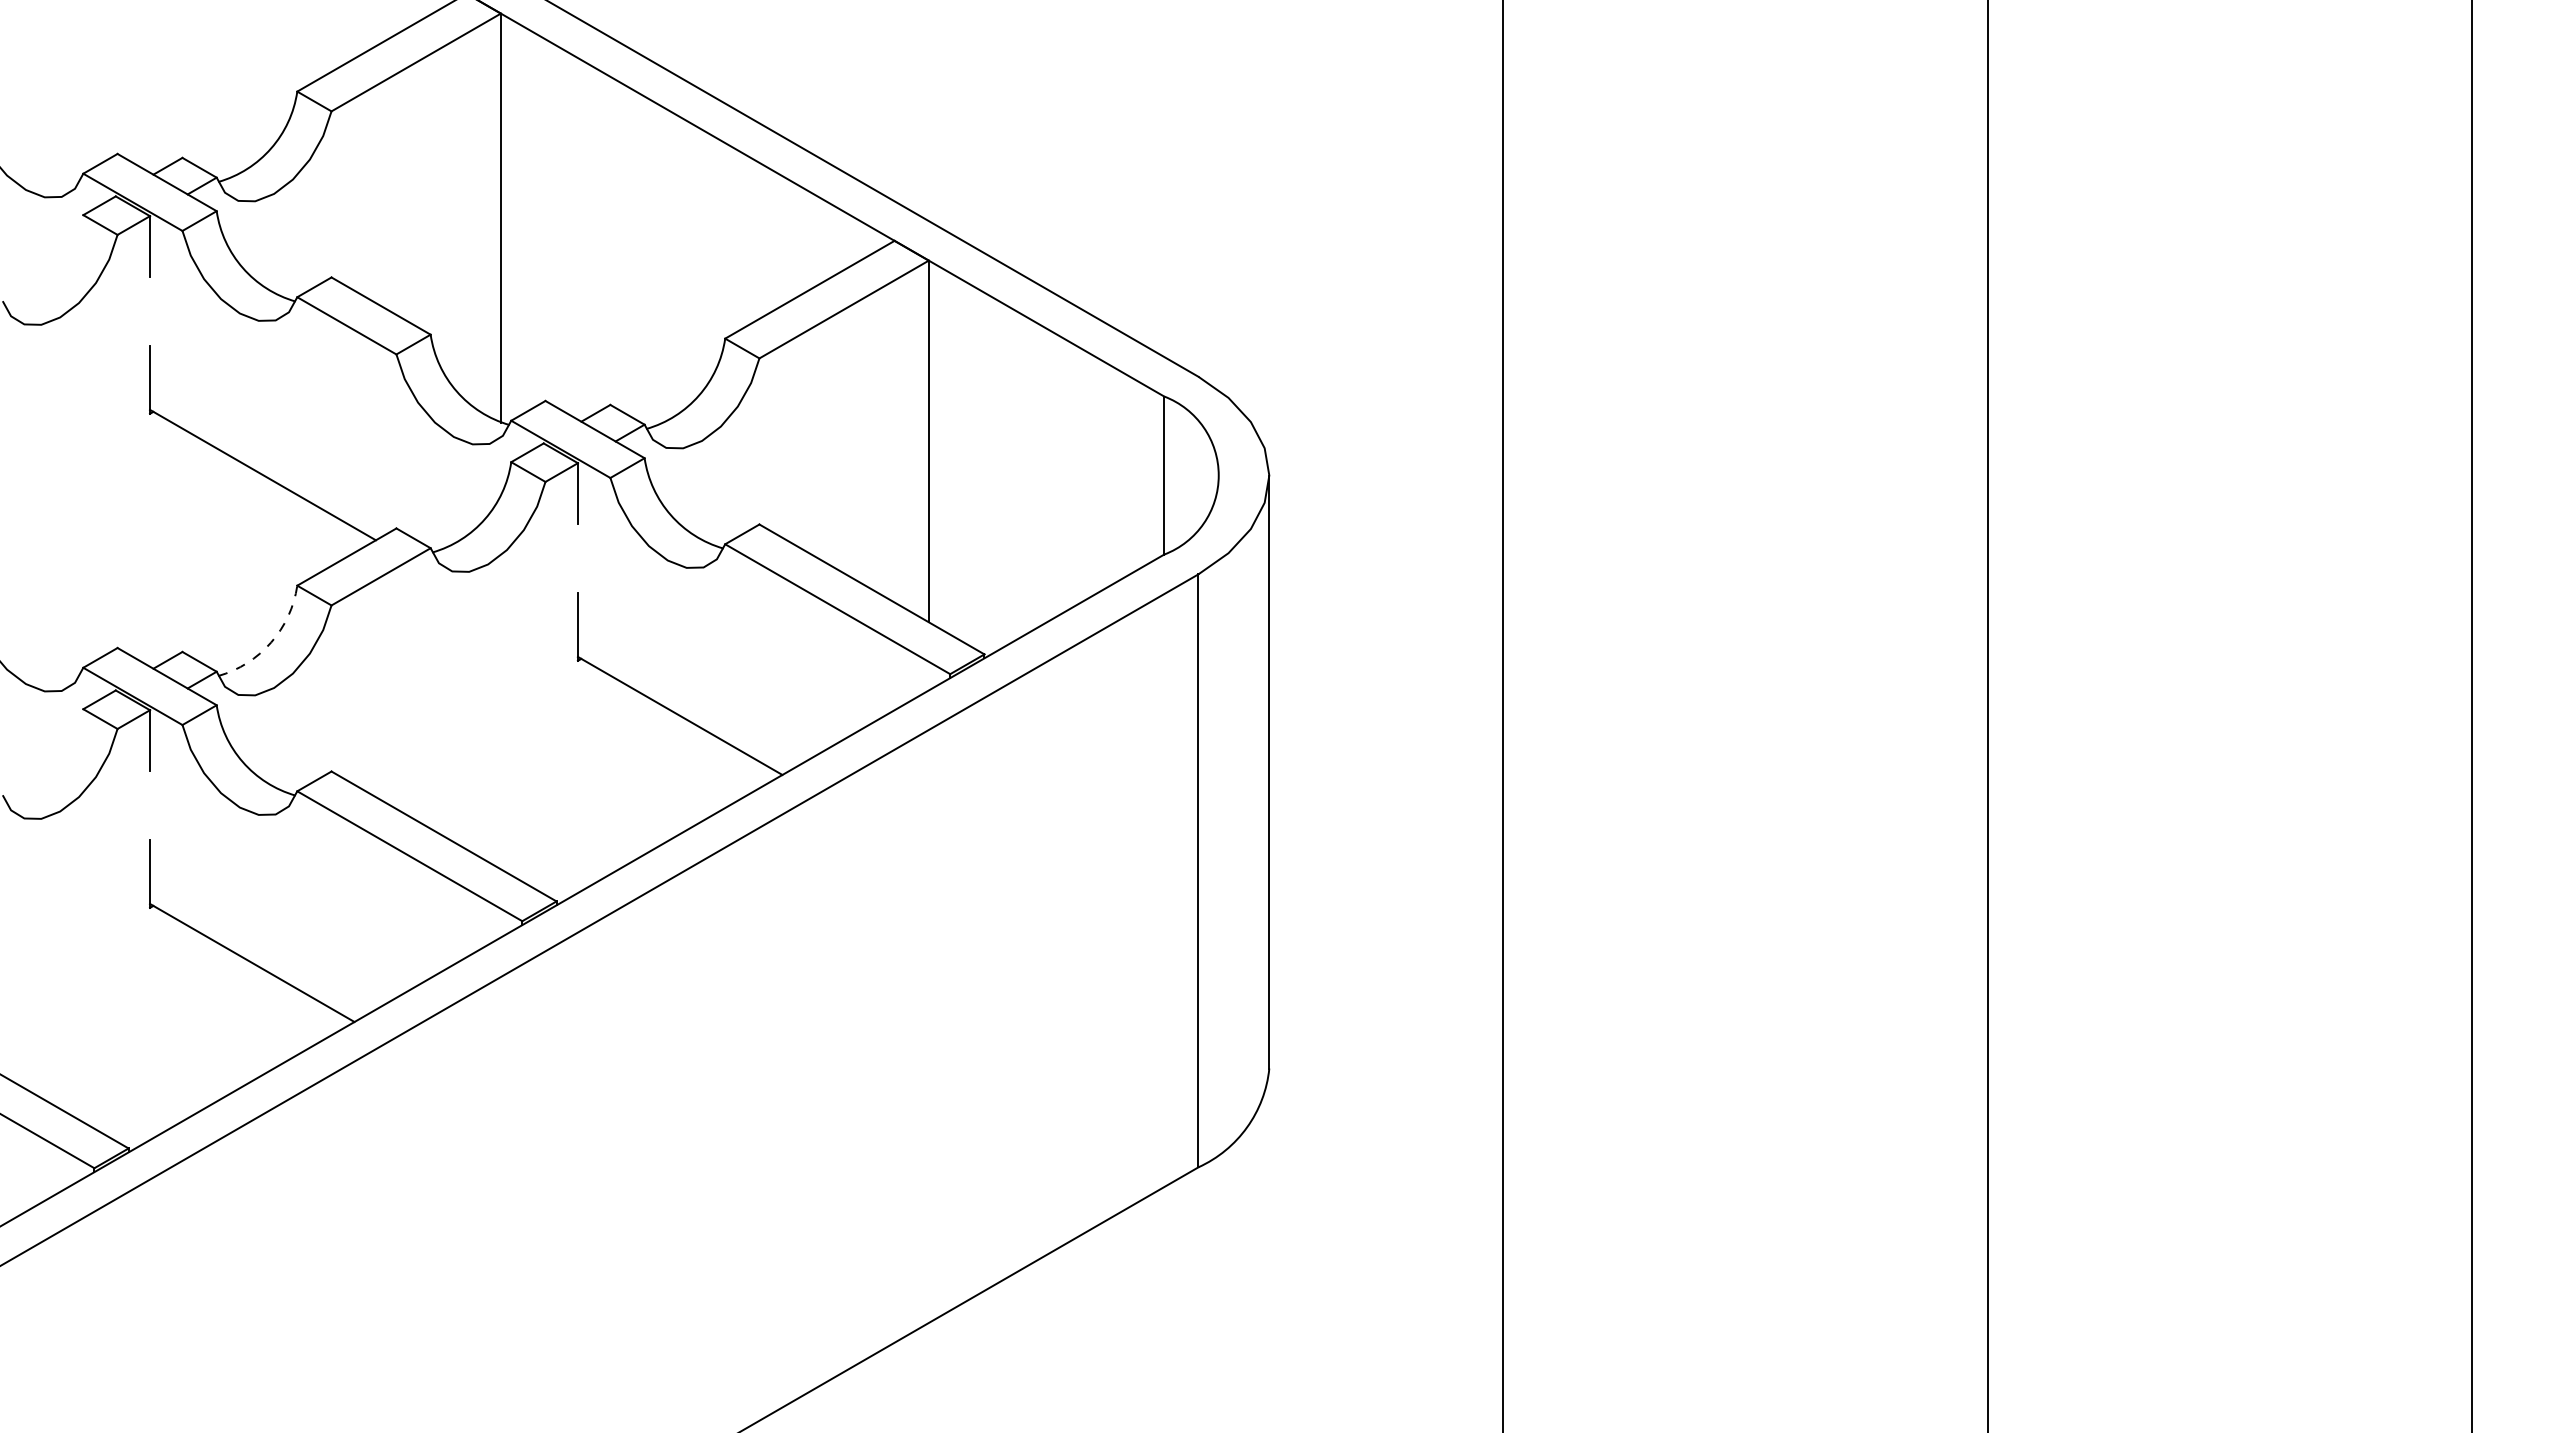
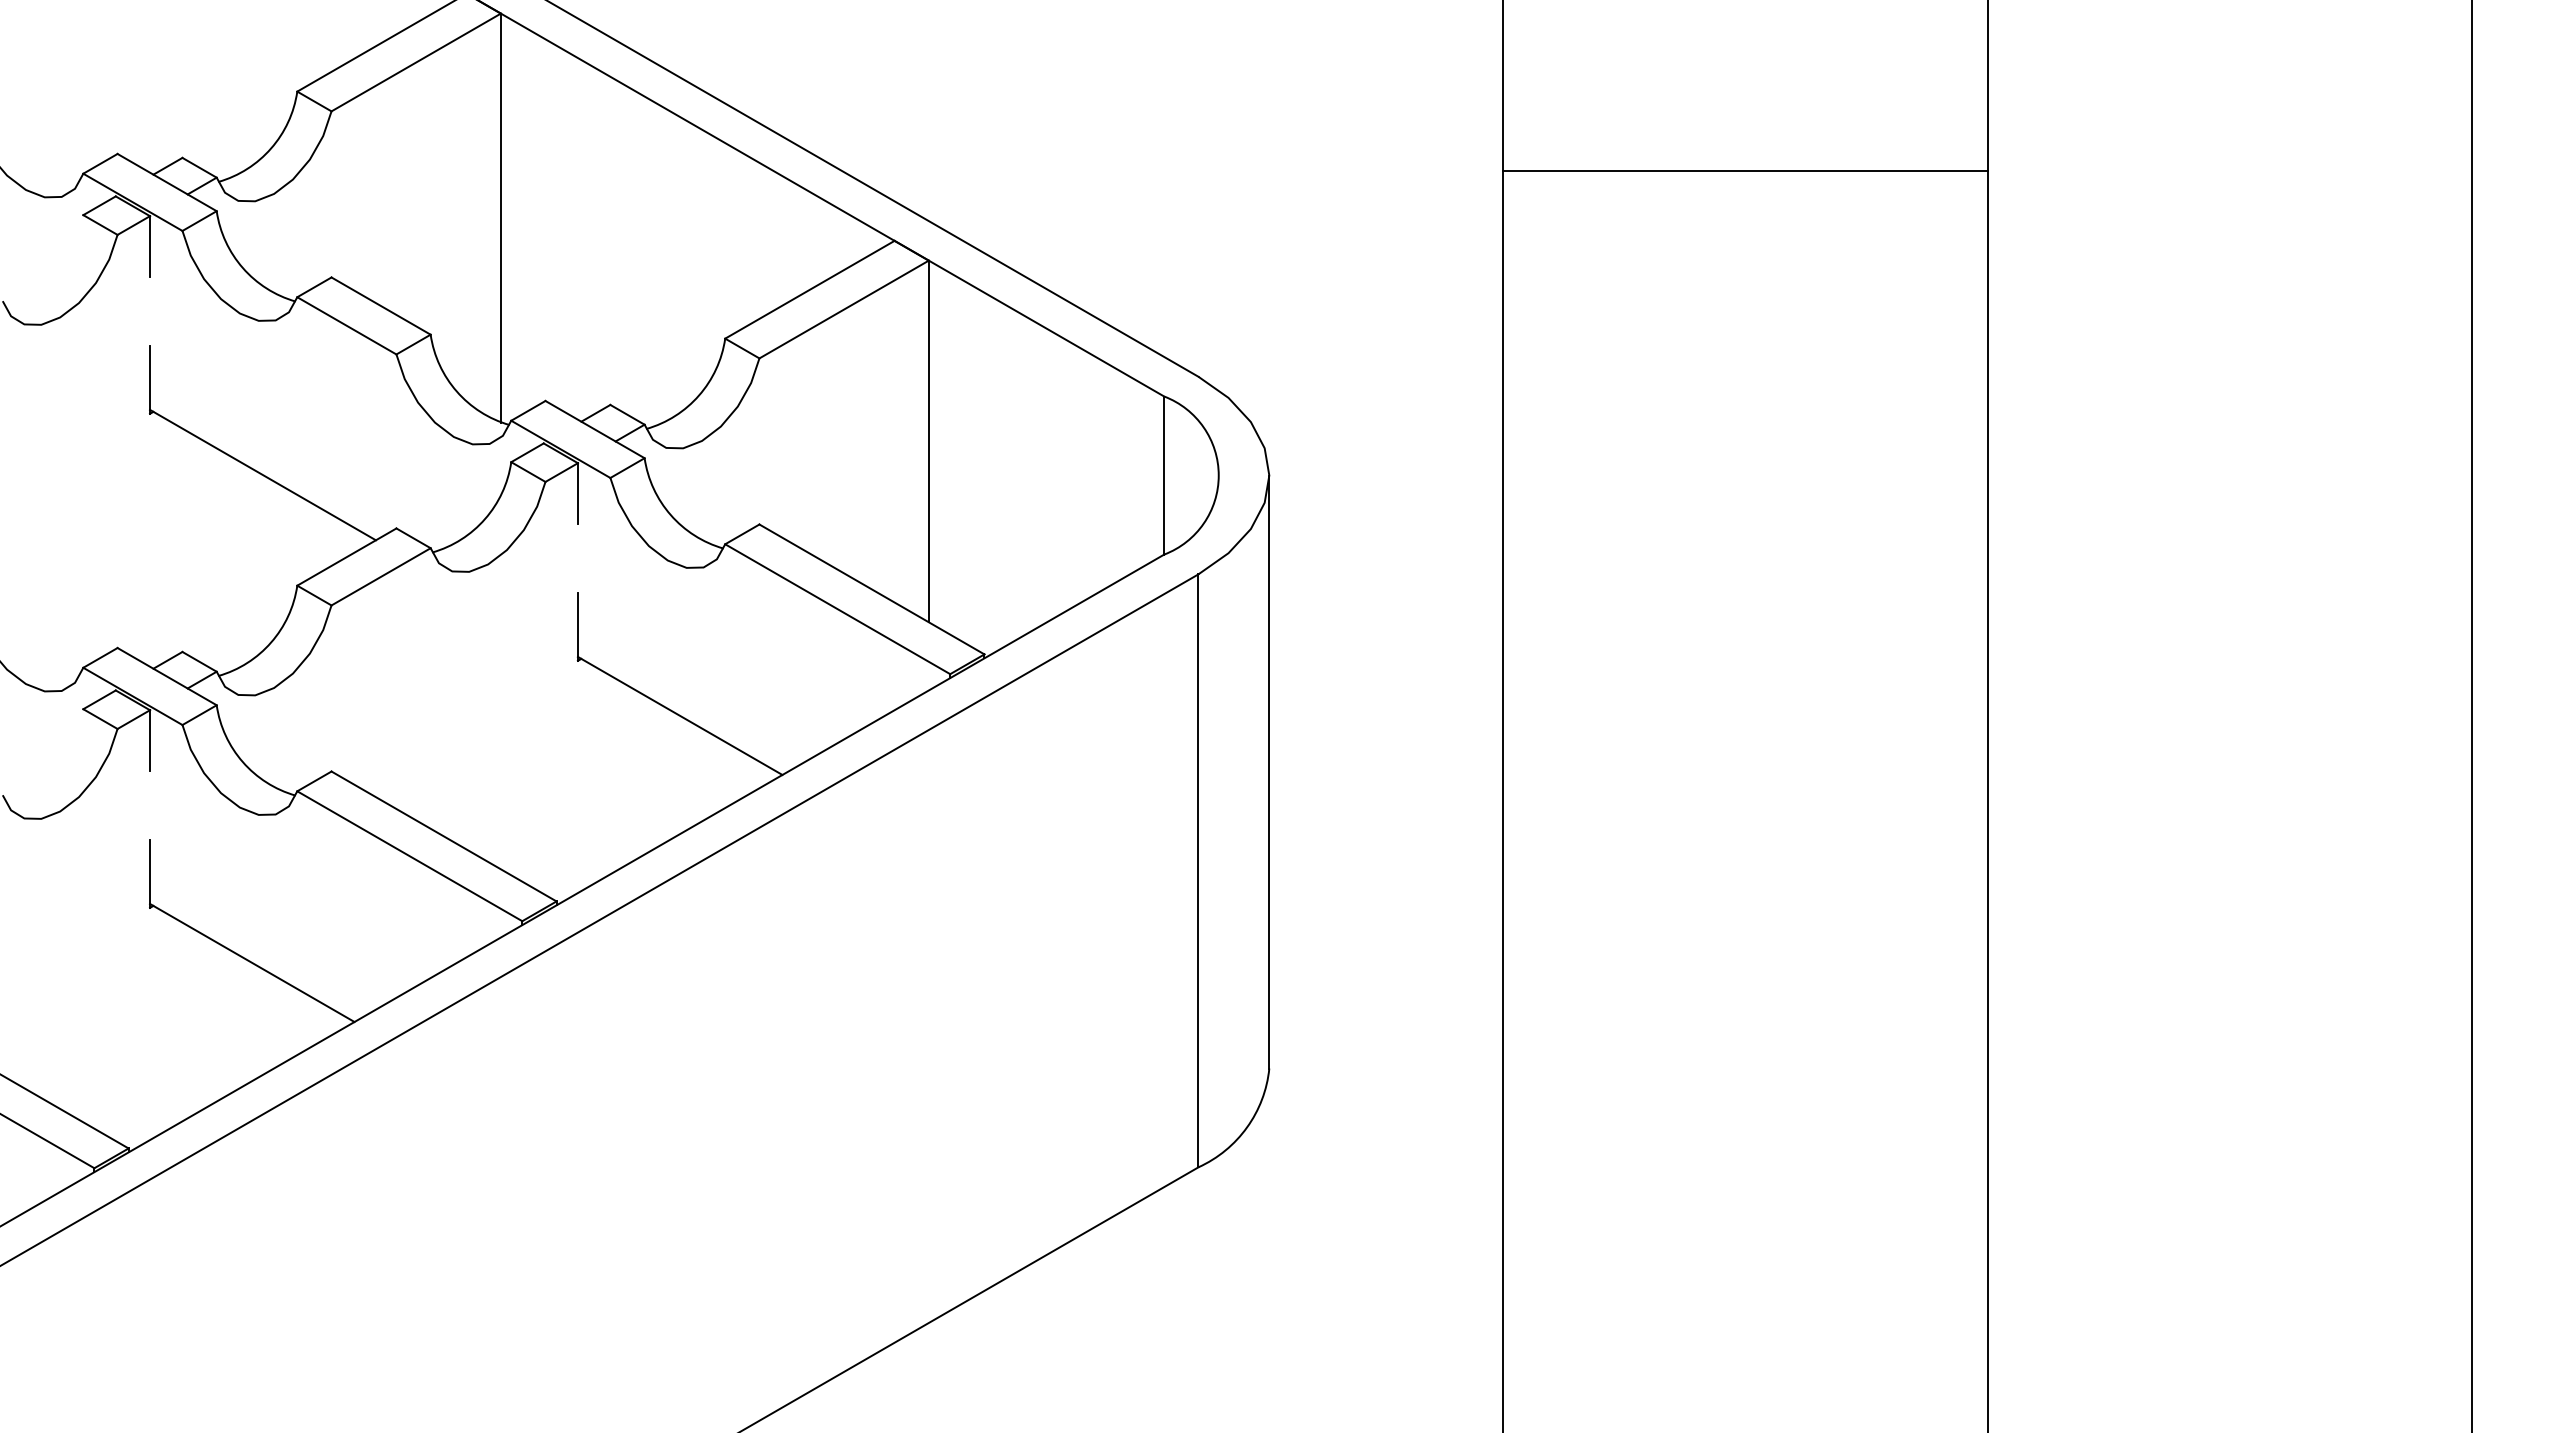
line at (1745, 171): none -> present
arc at (271, 642): dashed -> solid
